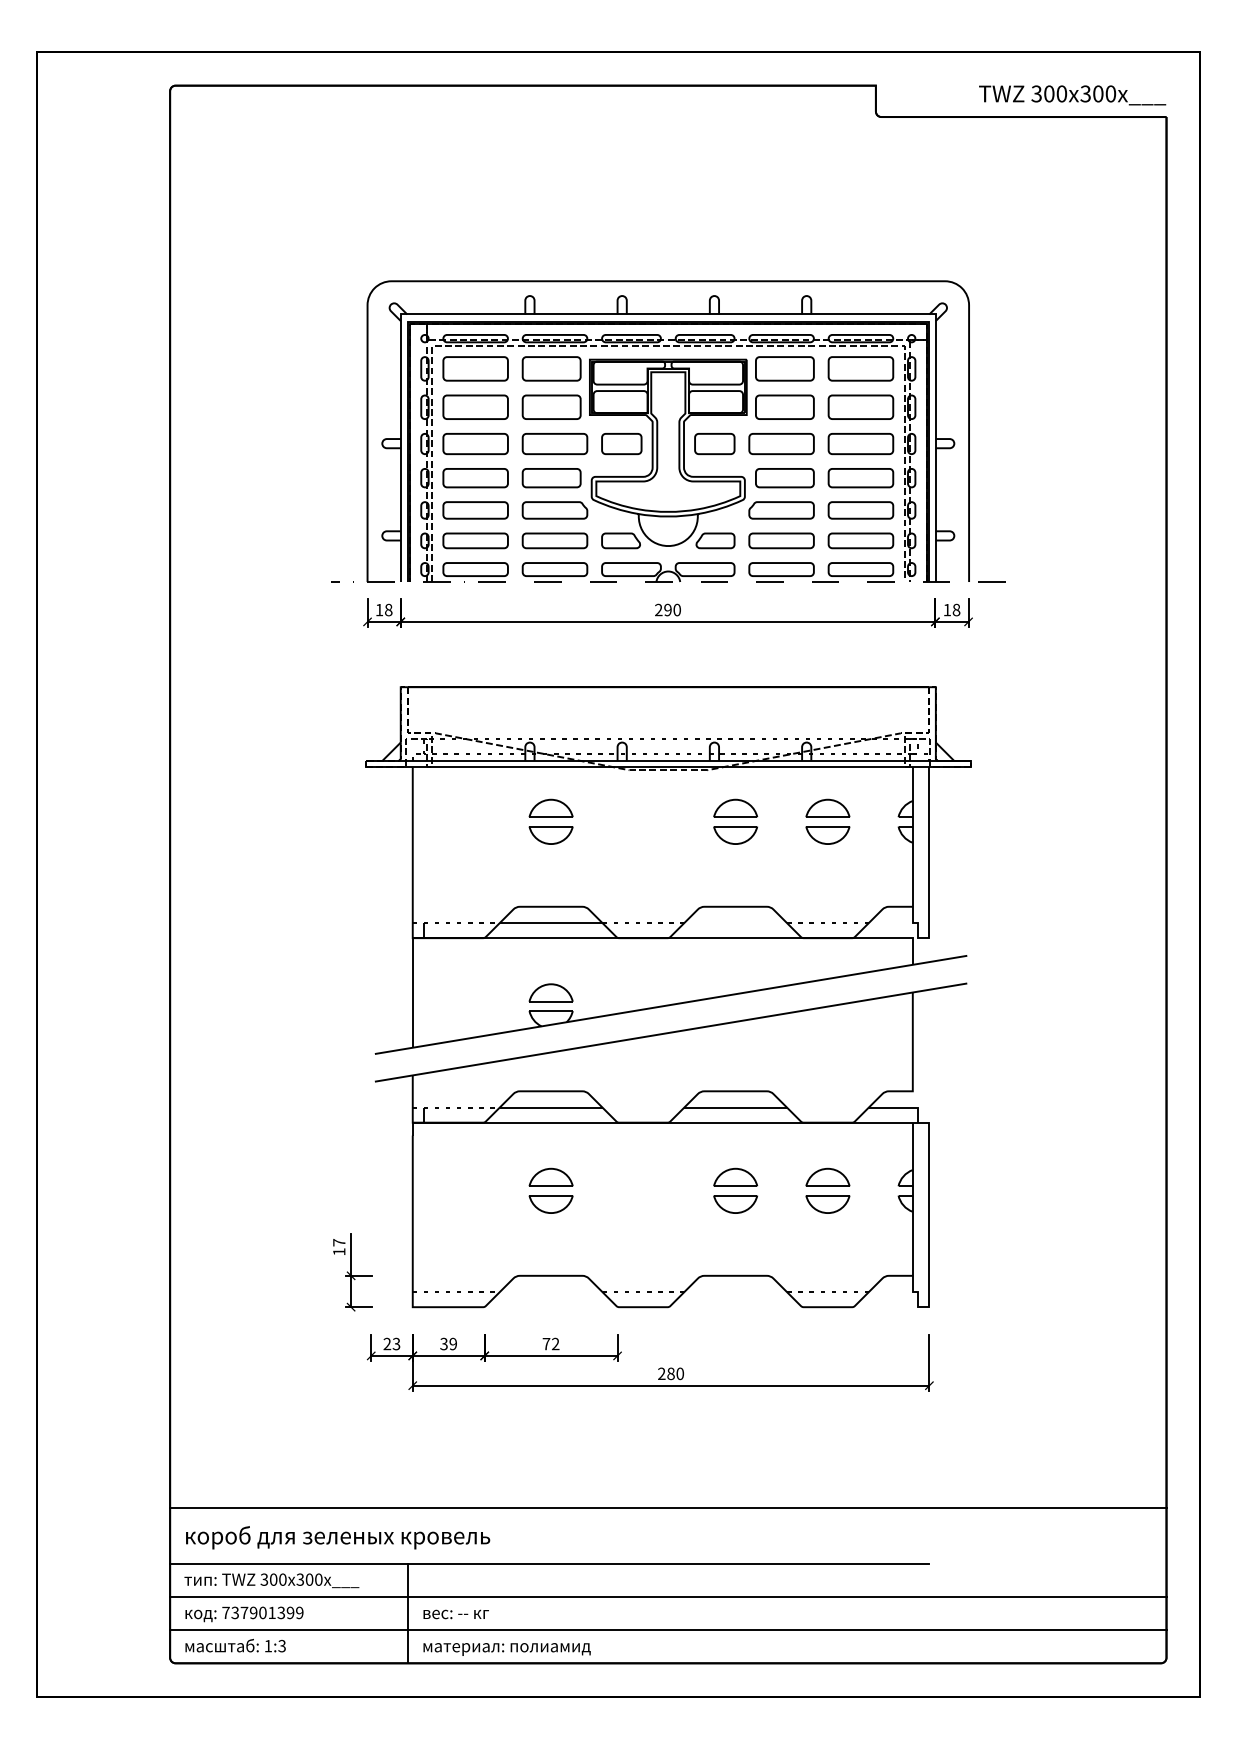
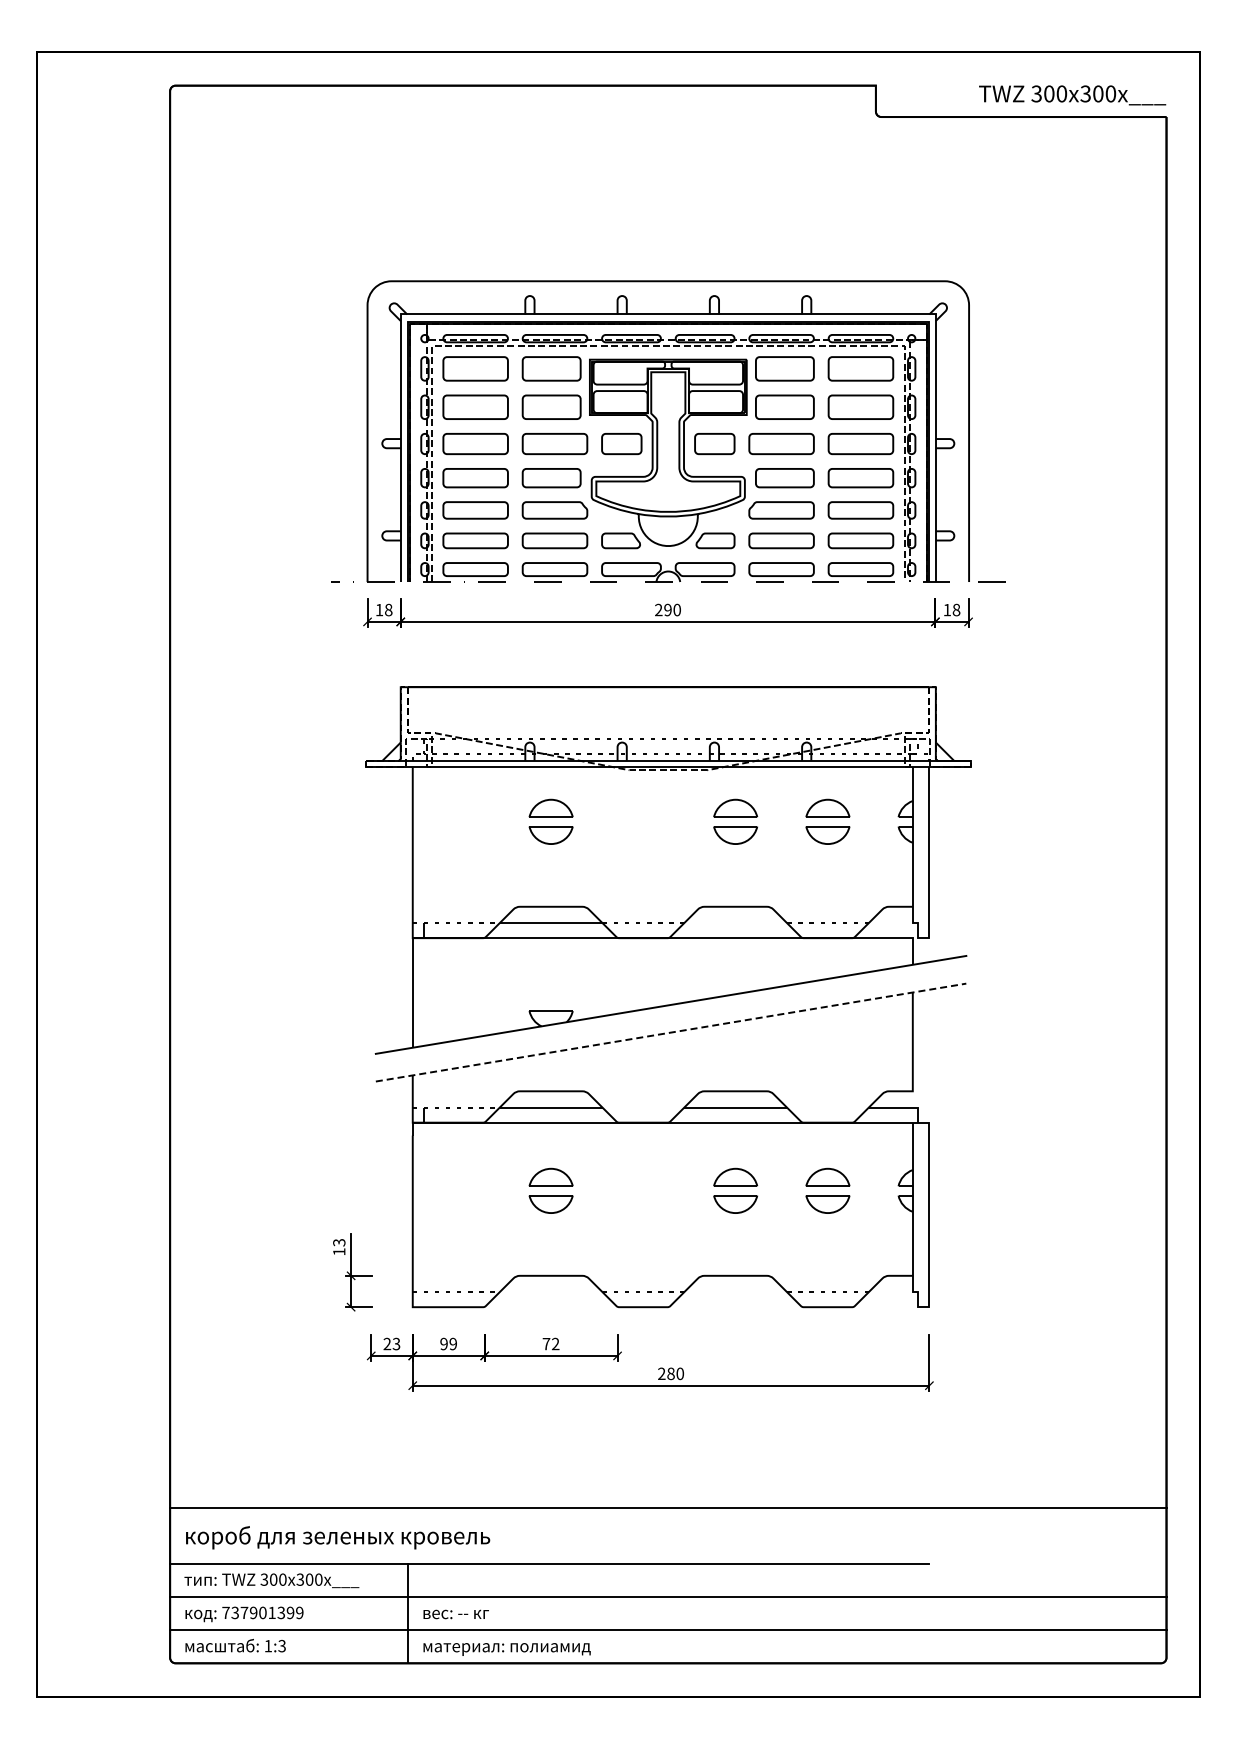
part at (550, 992): present -> none
line at (671, 1032): solid -> dashed
text at (339, 1242): 17 -> 13
text at (443, 1344): 39 -> 99
